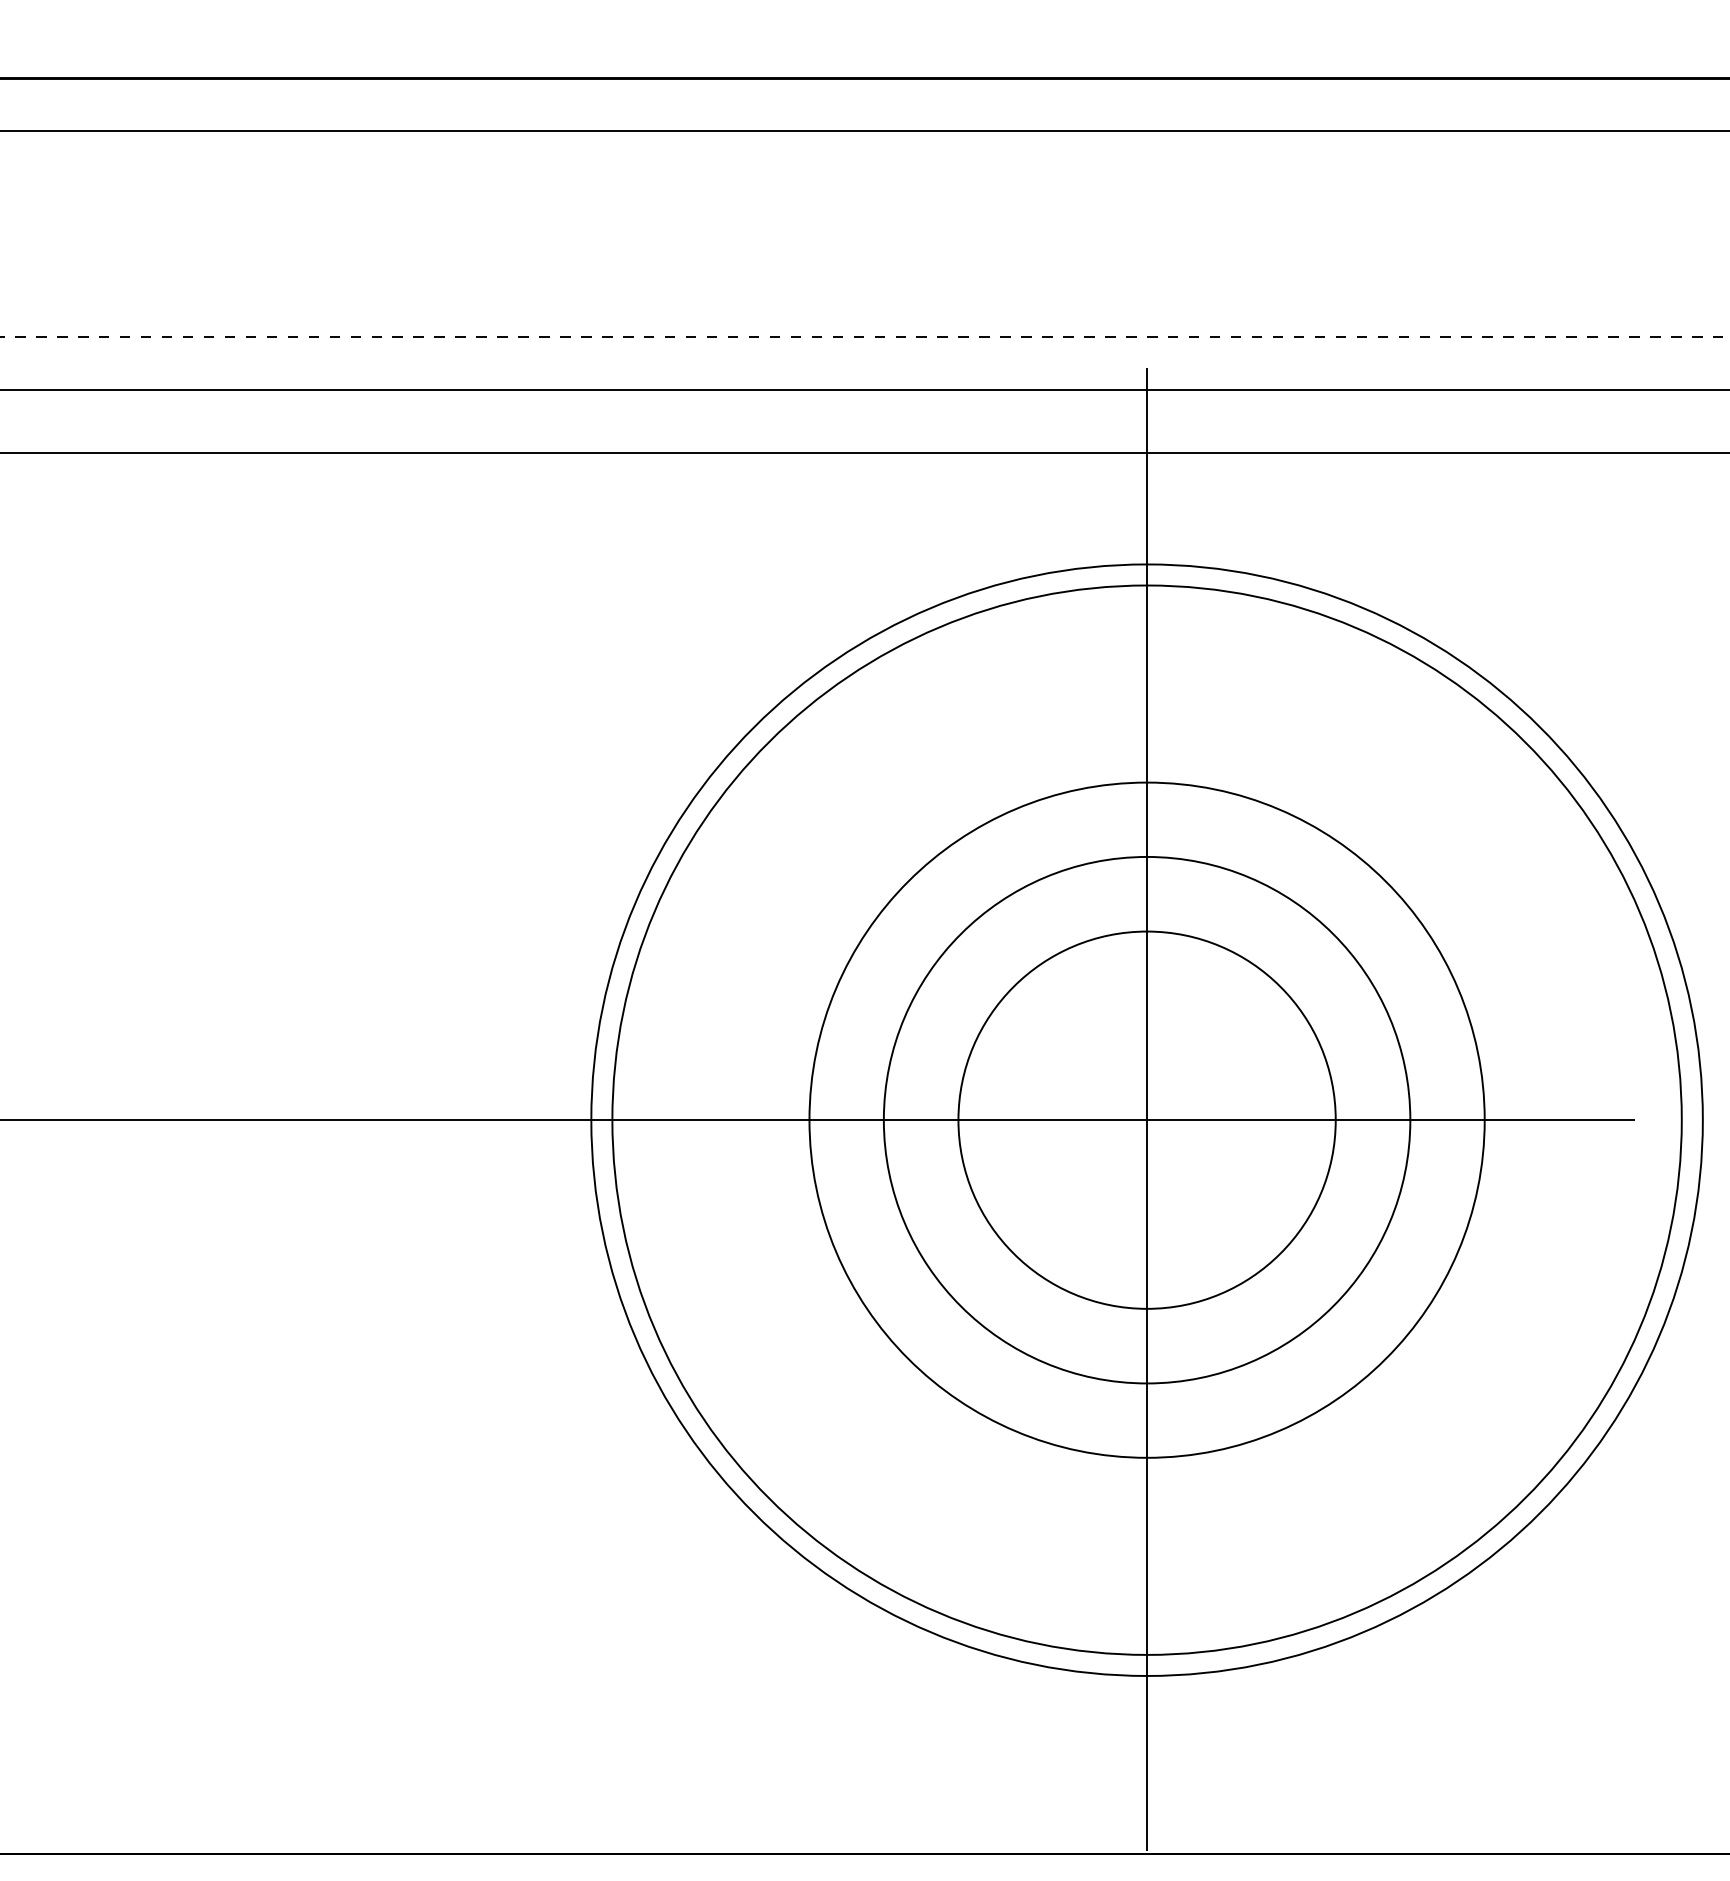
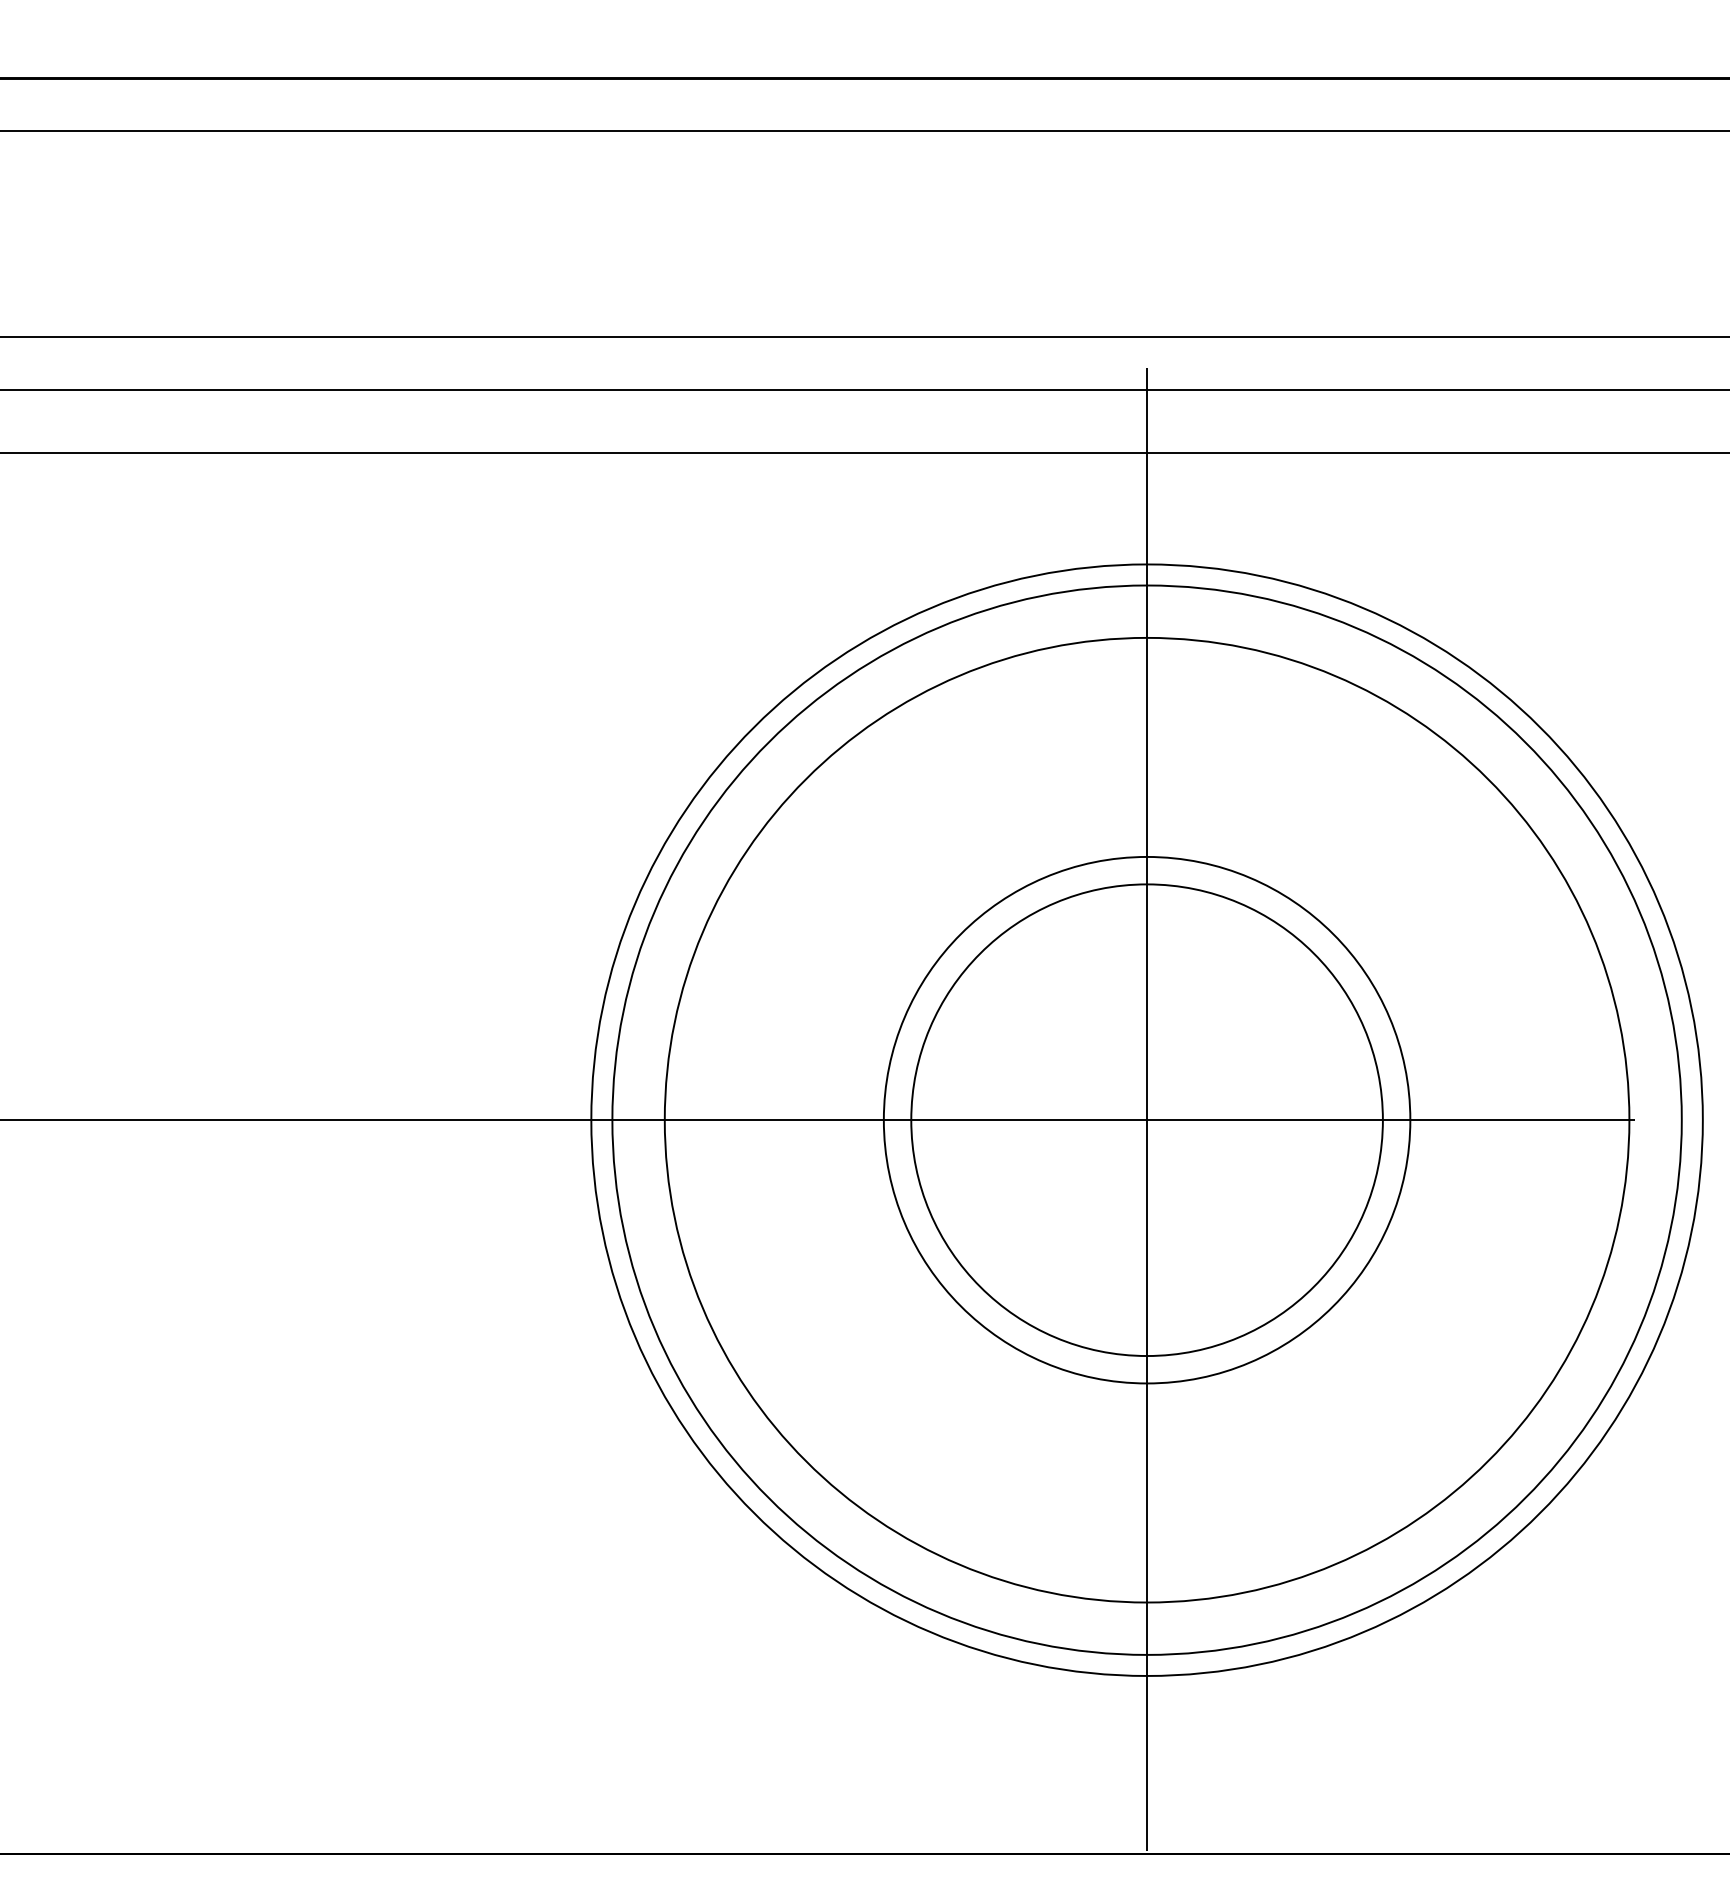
line at (865, 337): dashed -> solid
circle at (1146, 1119) diameter: 377 px -> 472 px
circle at (1146, 1119) diameter: 675 px -> 965 px
